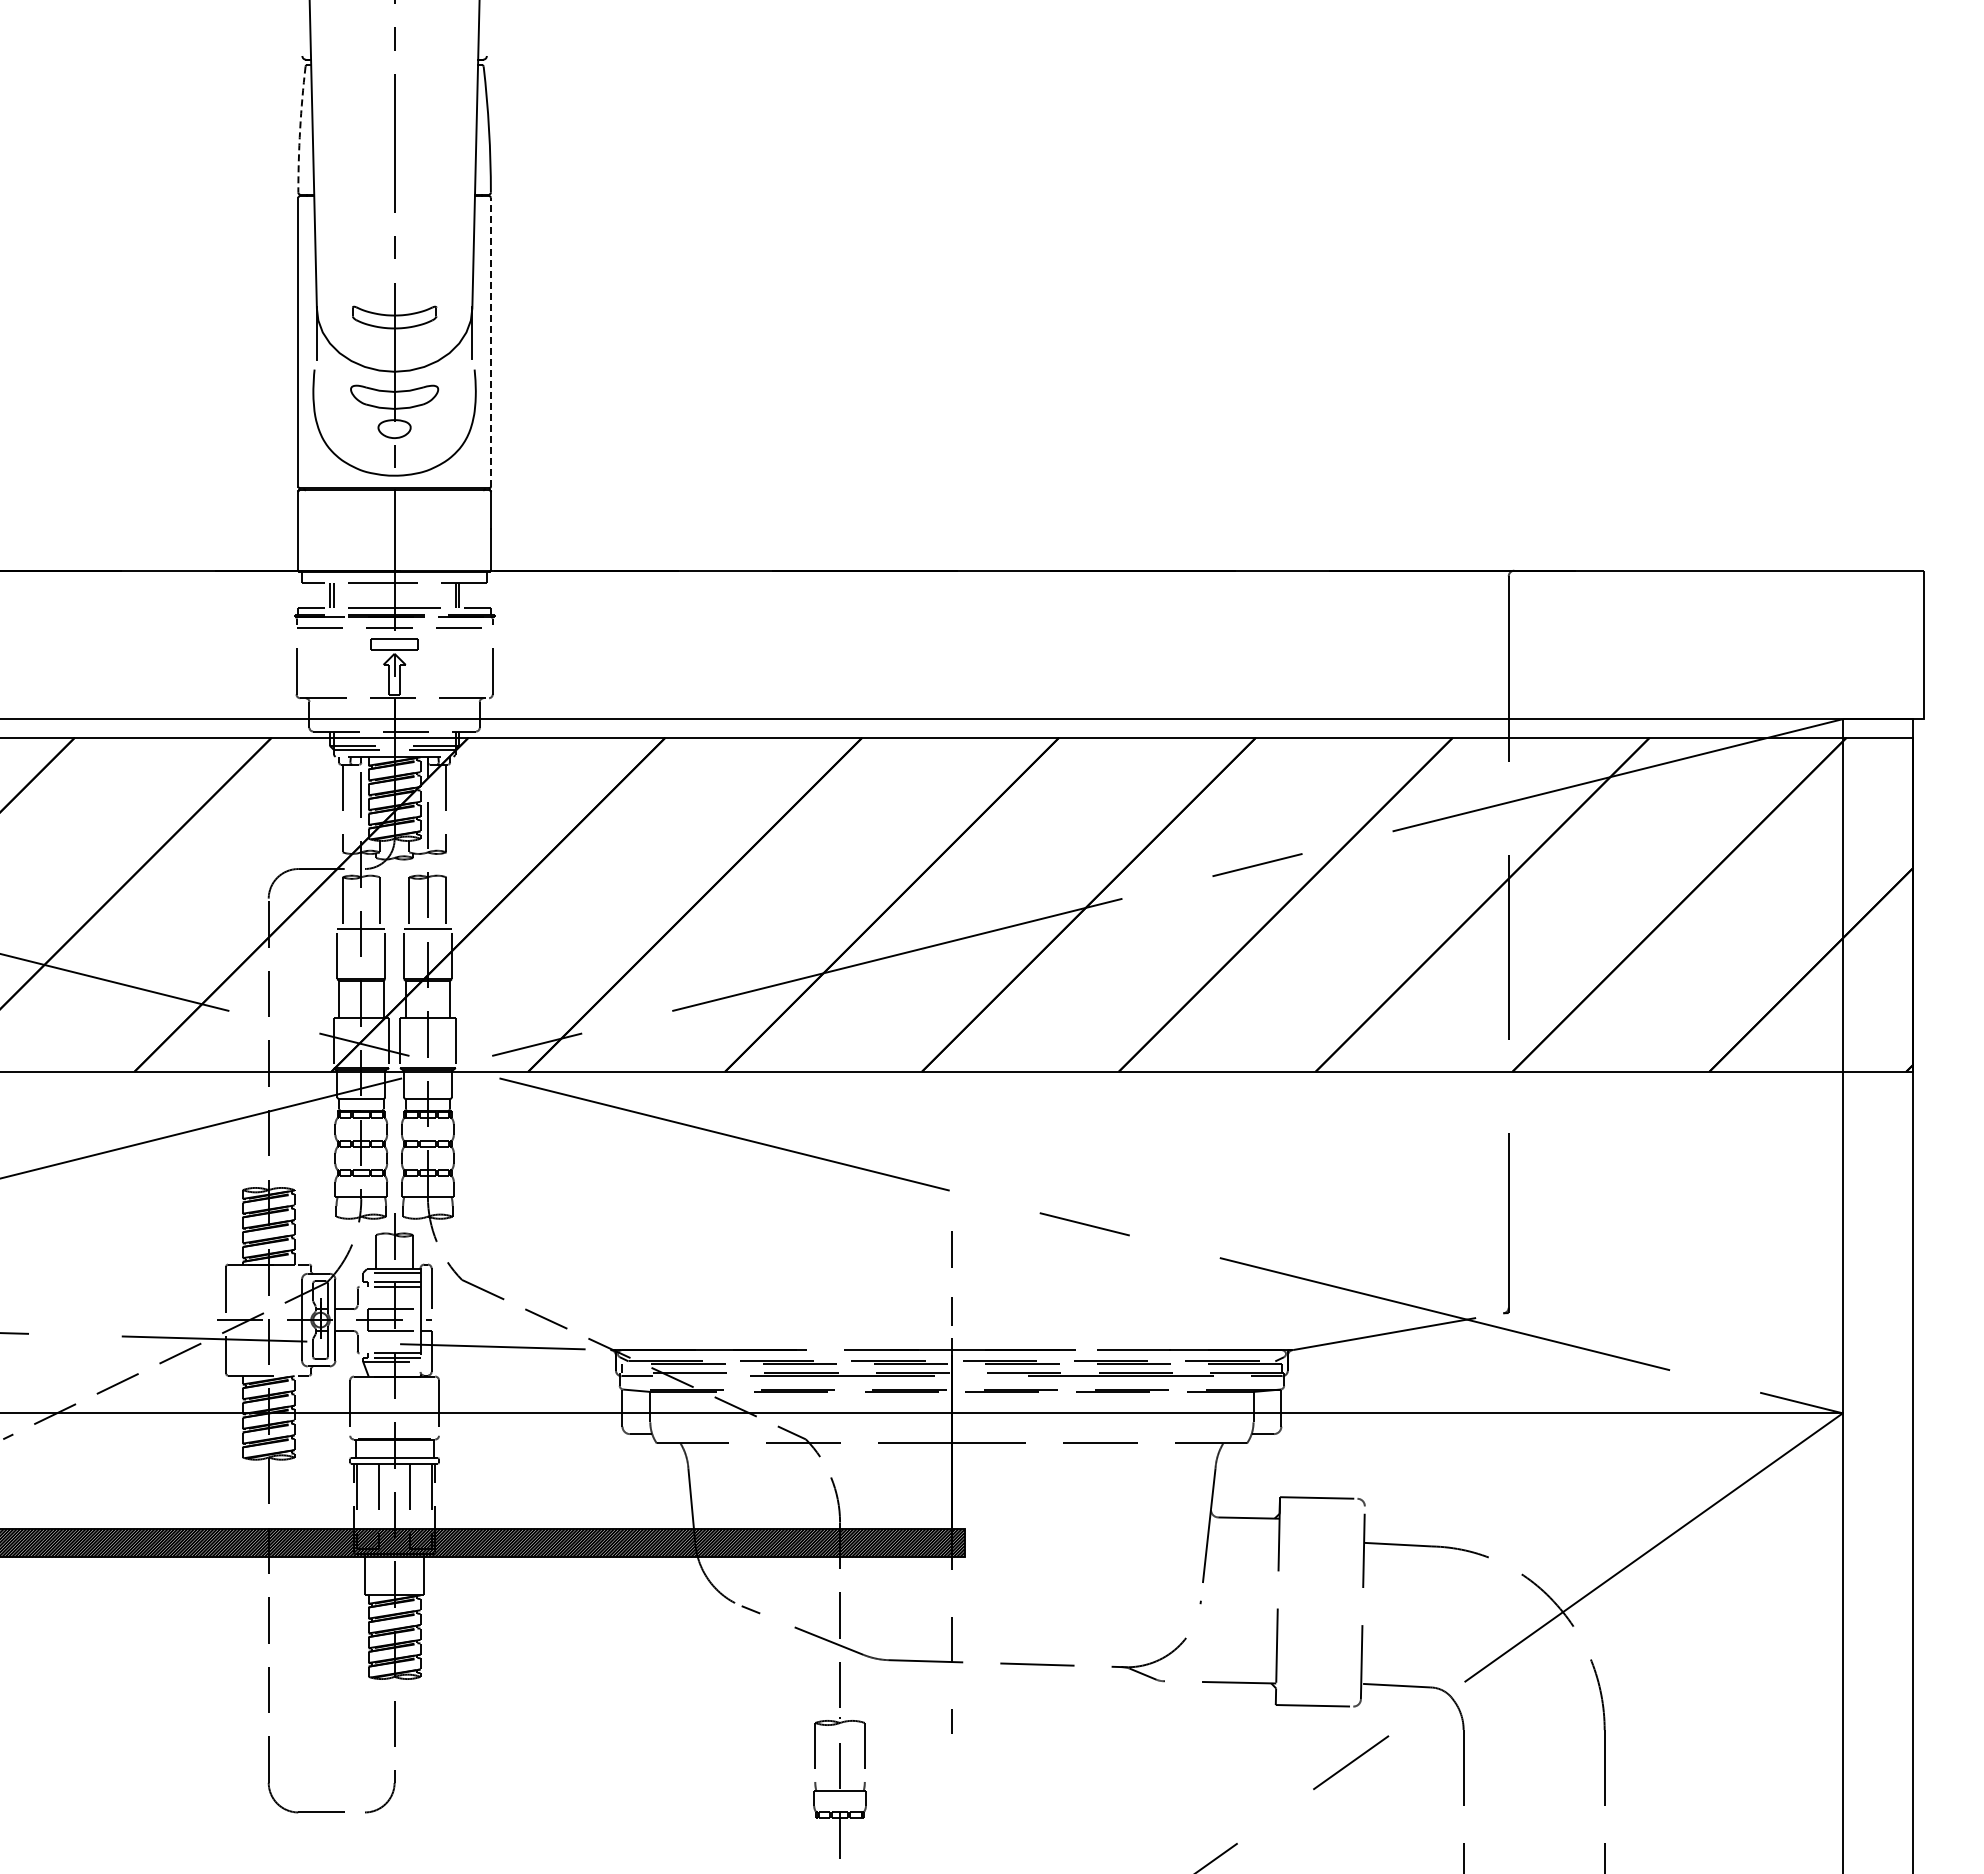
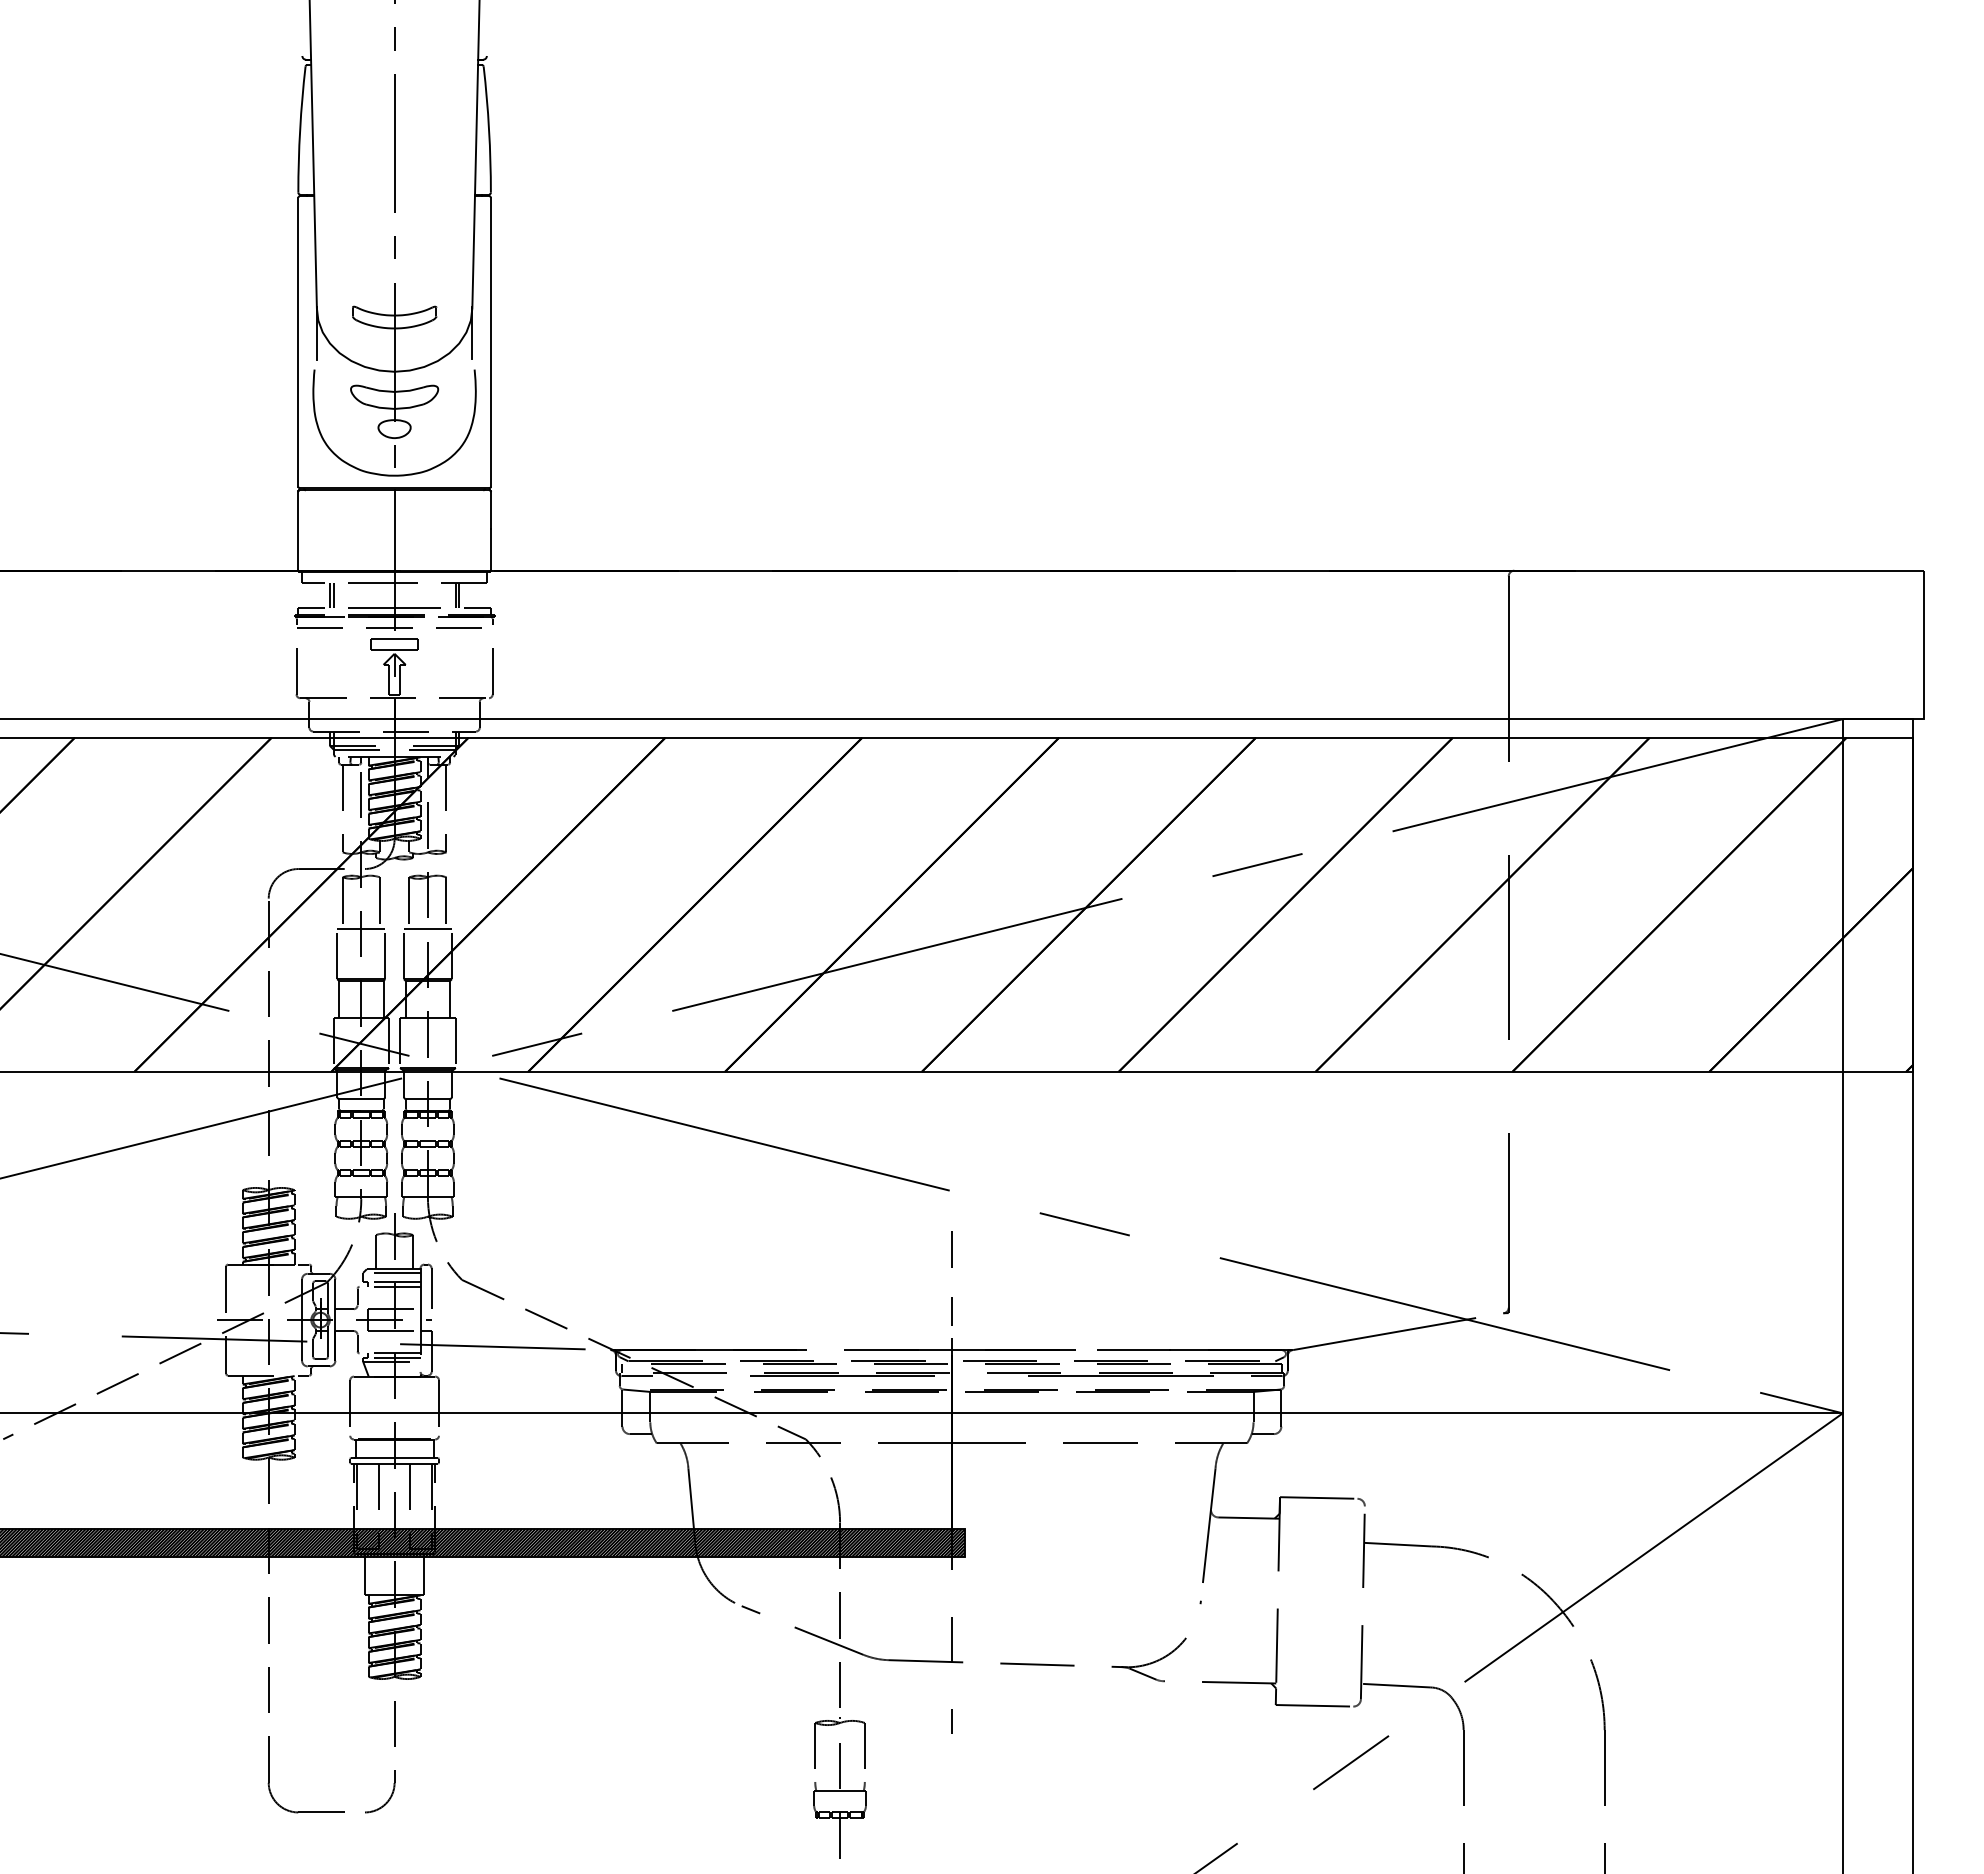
arc at (300, 129): dashed -> solid
line at (490, 341): dashed -> solid
